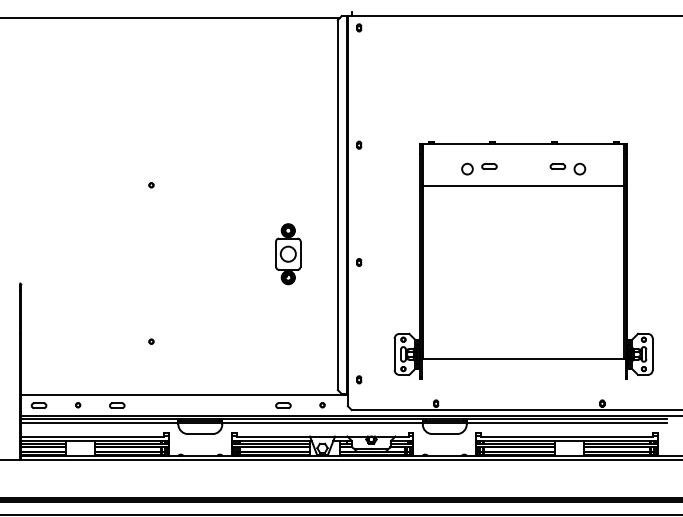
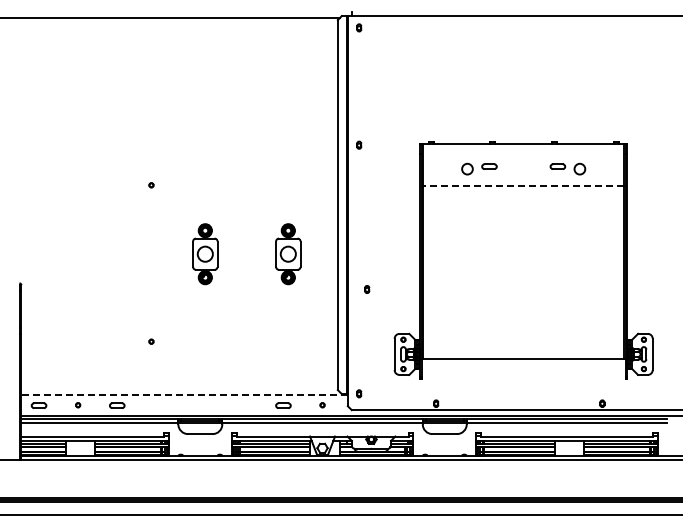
line at (523, 186): solid -> dashed
part at (205, 254): none -> present
part at (359, 262) position: (359, 262) -> (367, 289)
part at (359, 379) position: (359, 379) -> (359, 393)
line at (184, 394): solid -> dashed
